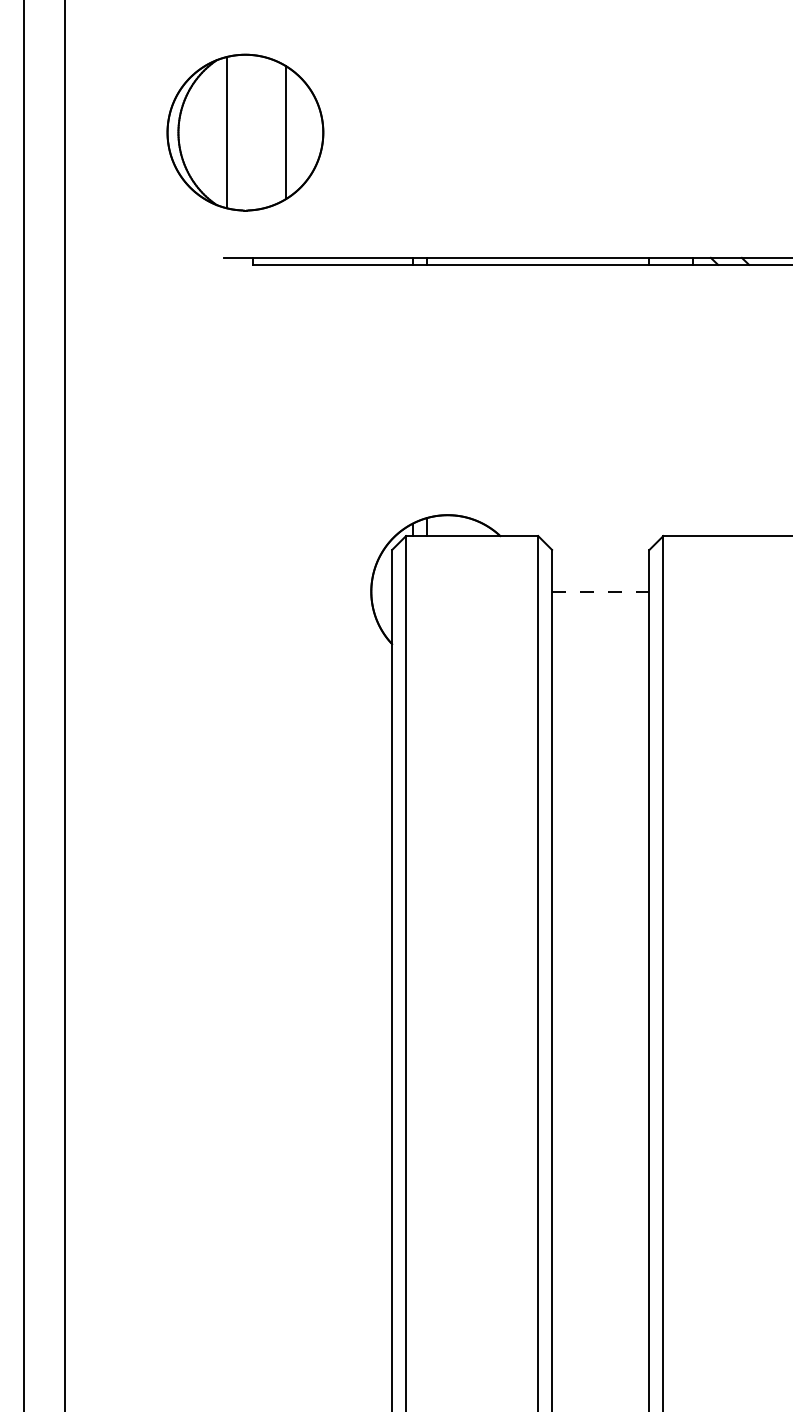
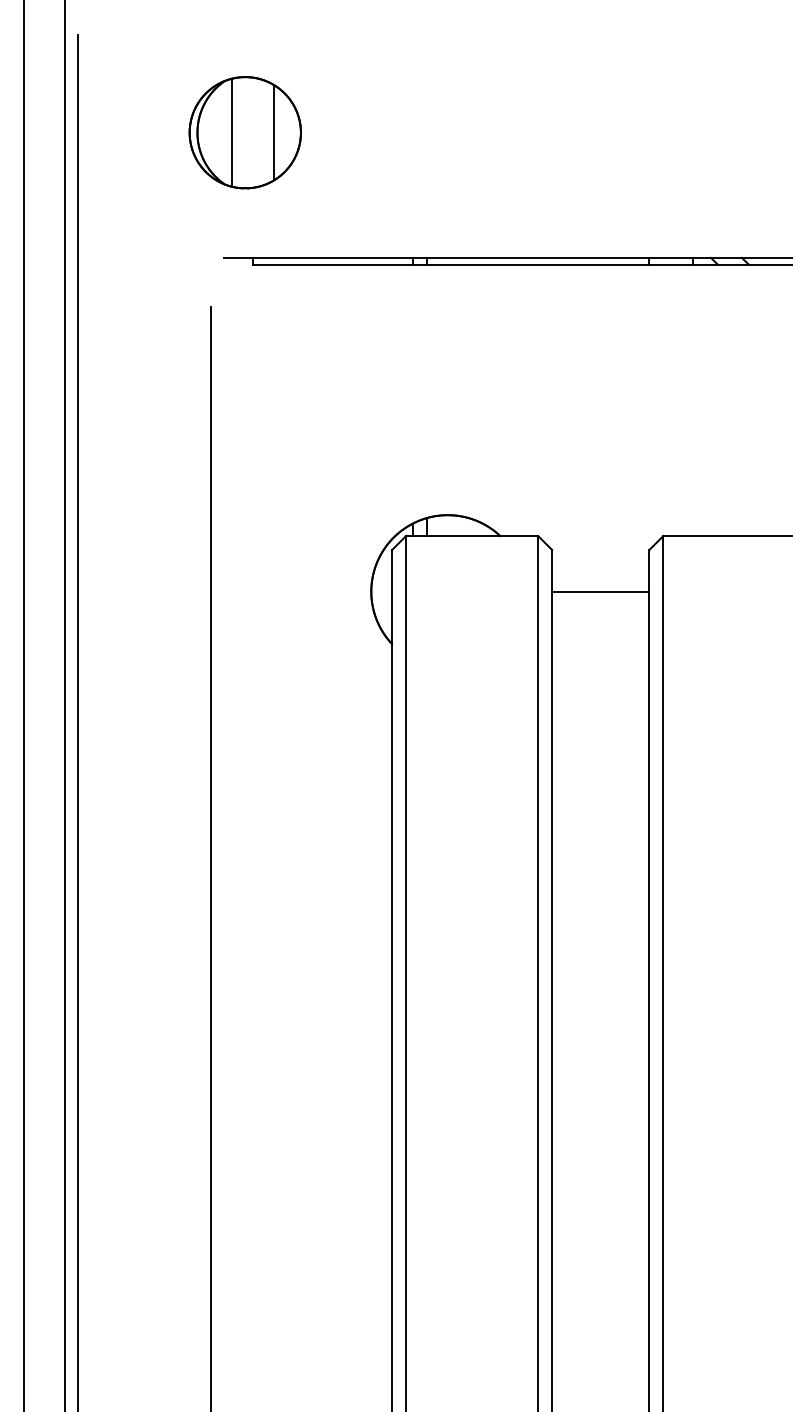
part at (245, 132) size: 159x159 px -> 114x114 px
line at (600, 591): dashed -> solid
line at (78, 721): none -> present
line at (211, 857): none -> present
